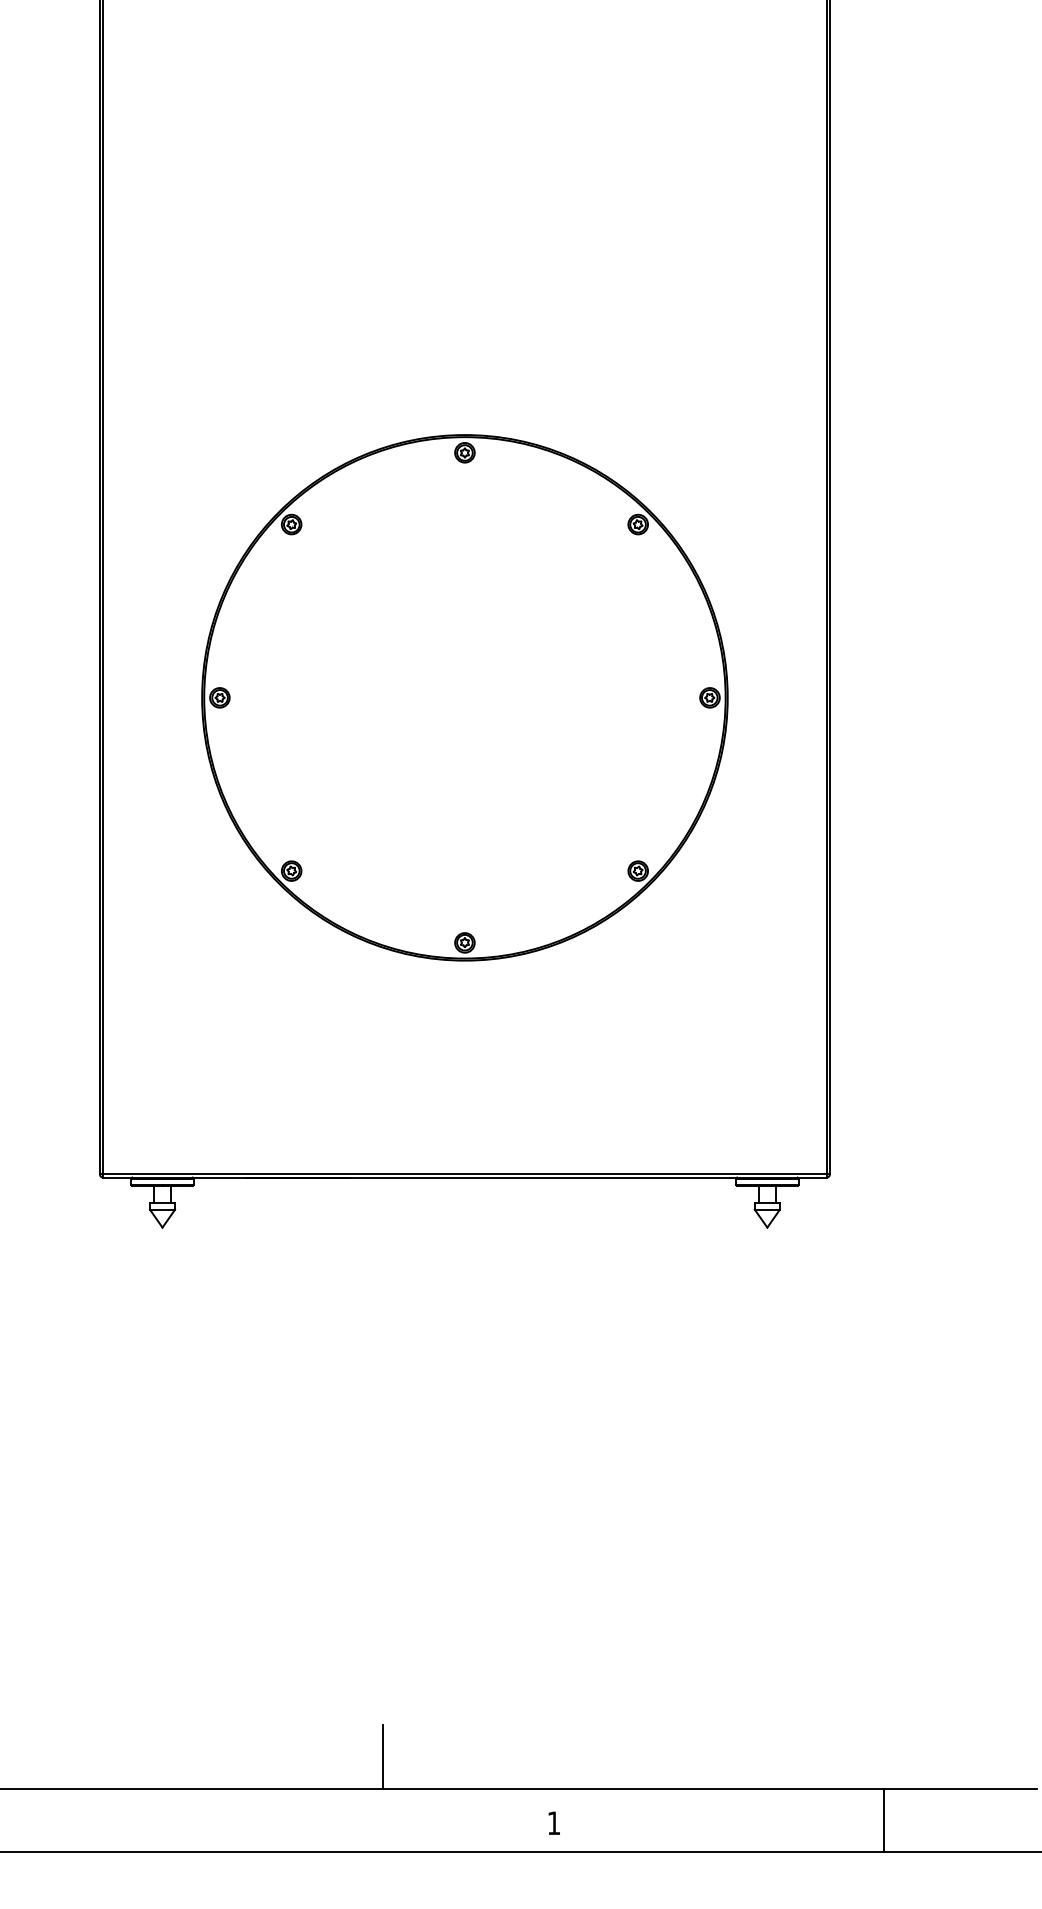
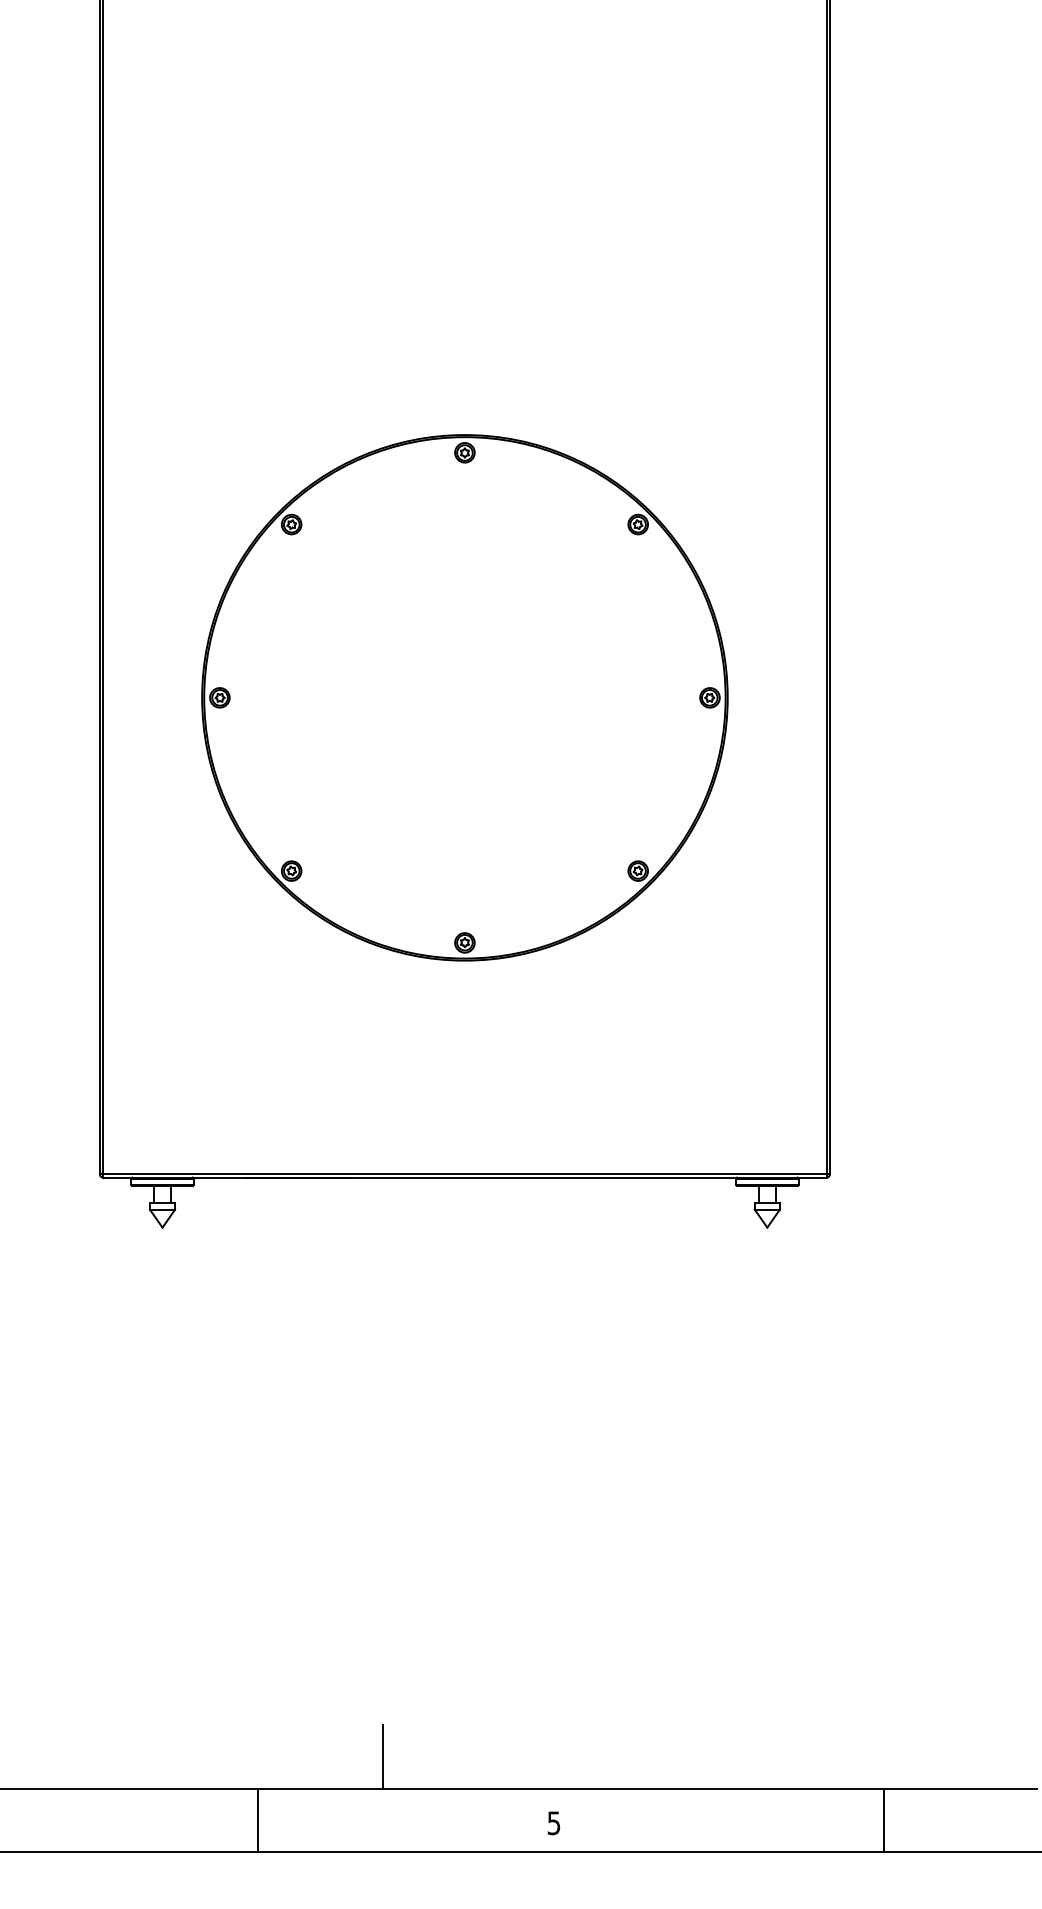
line at (257, 1820): none -> present
text at (553, 1823): 1 -> 5
